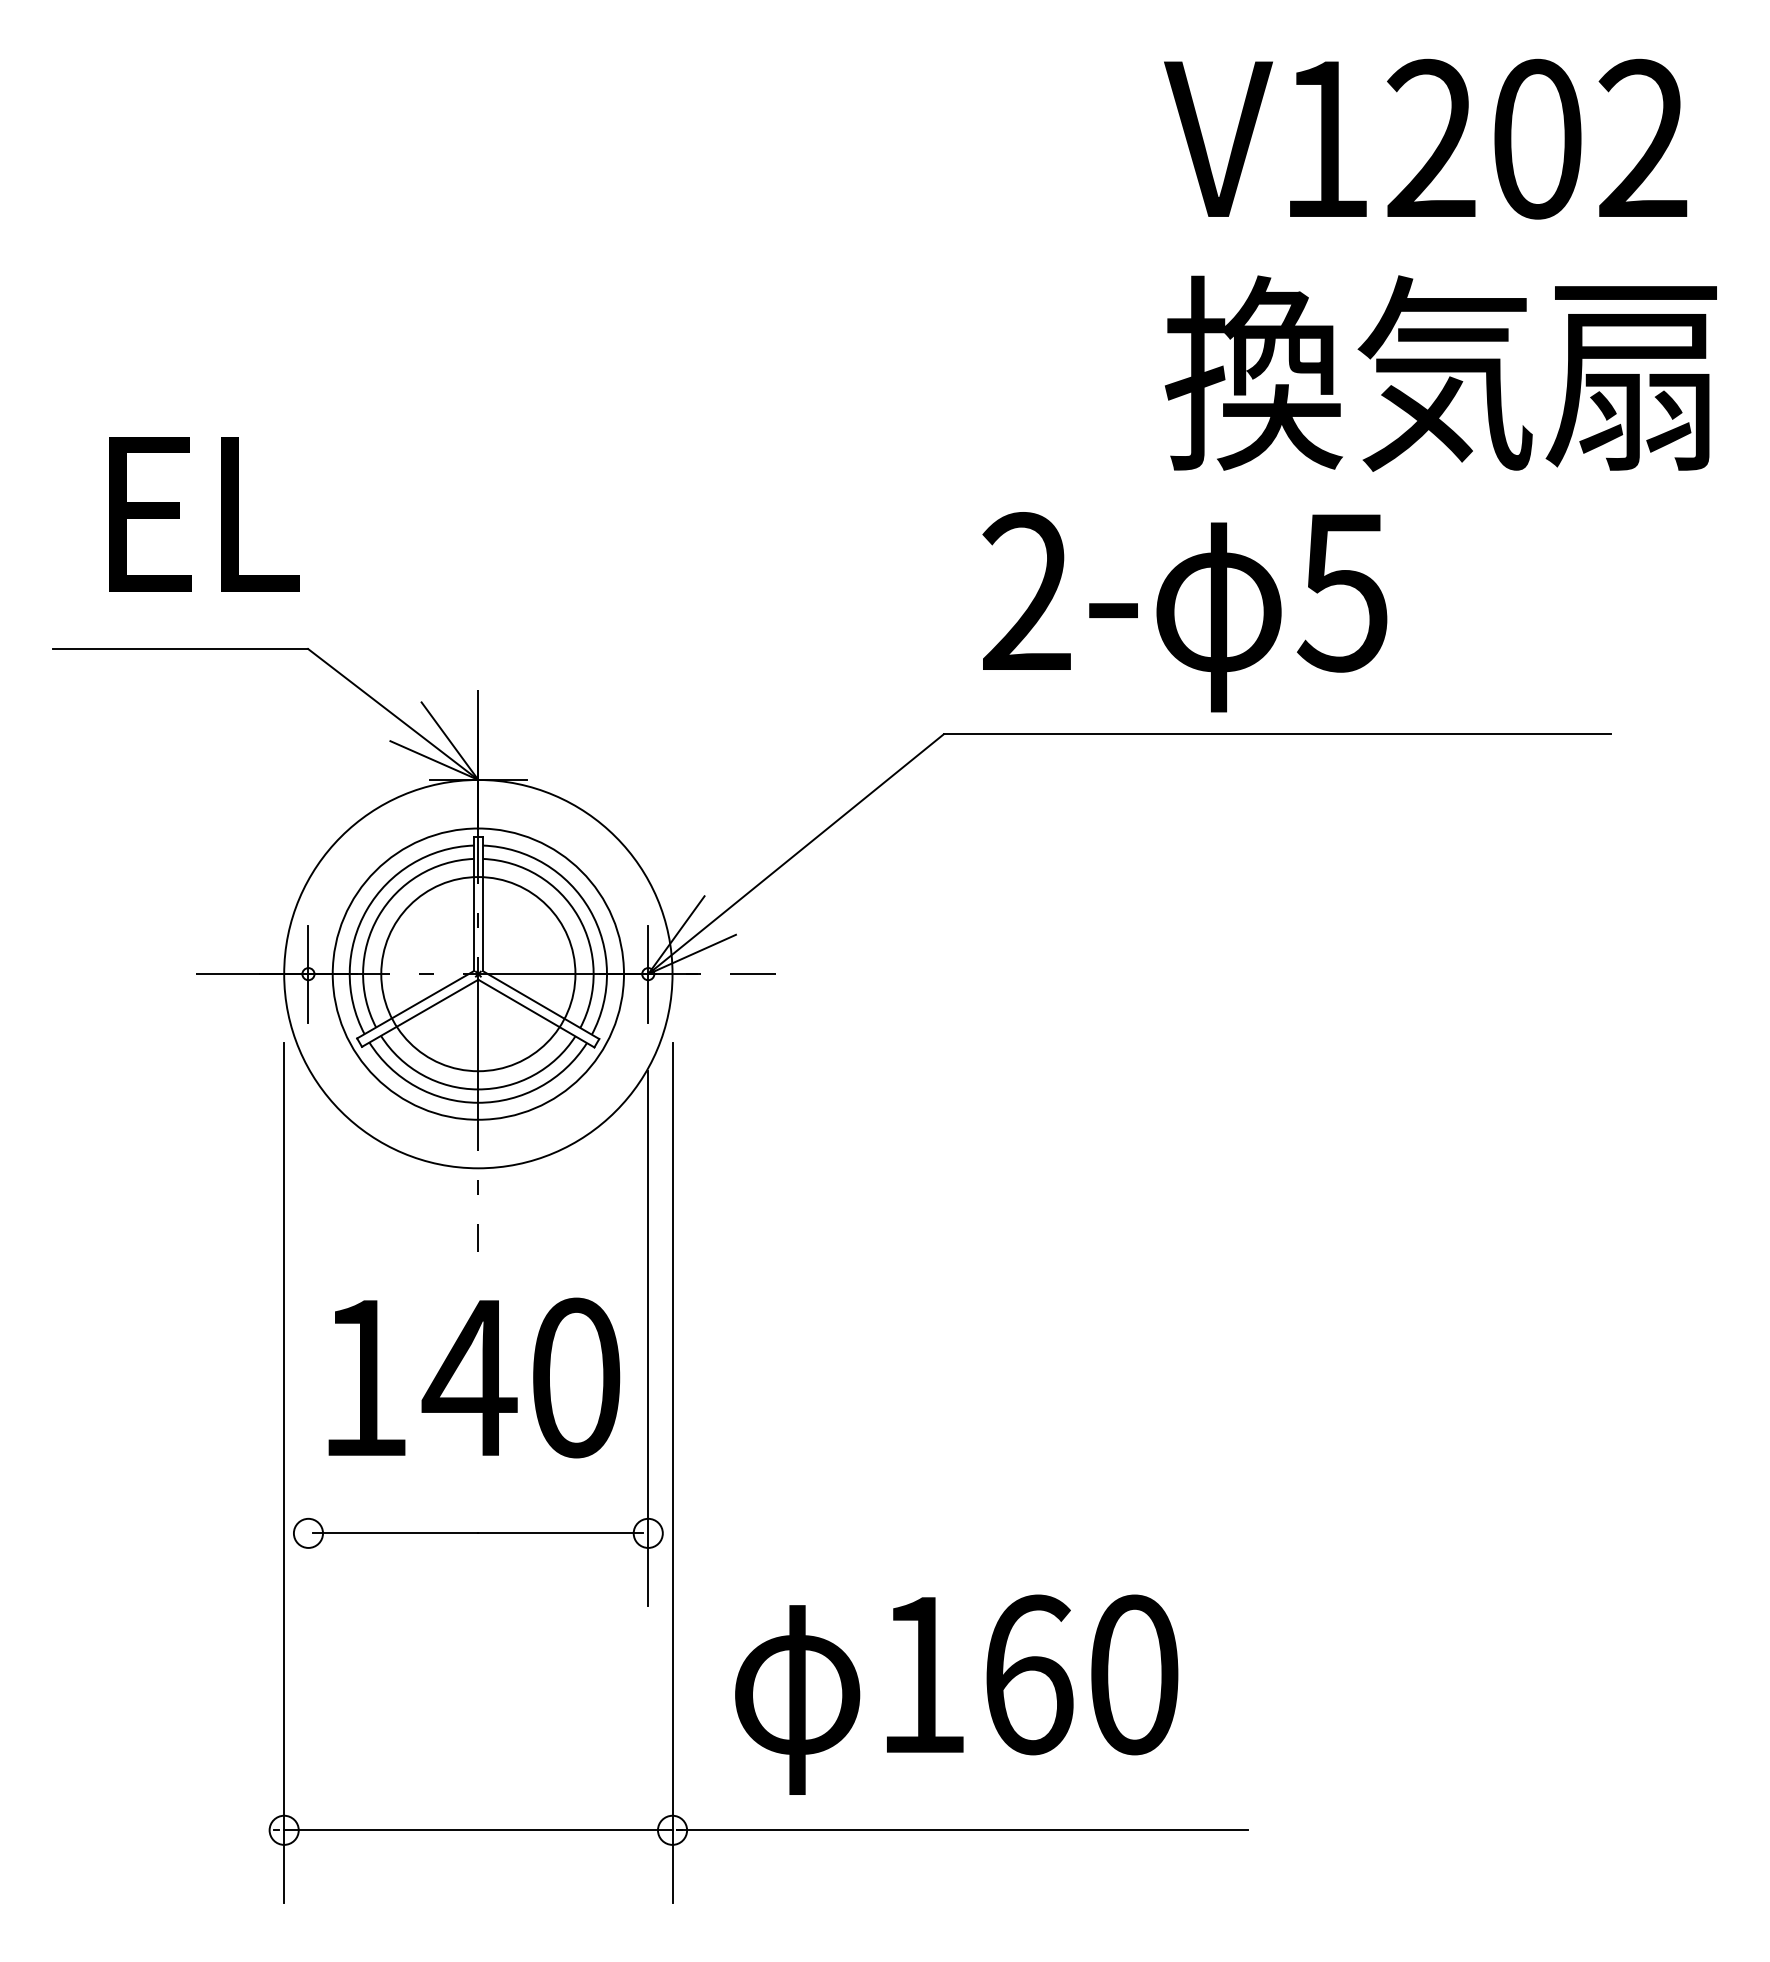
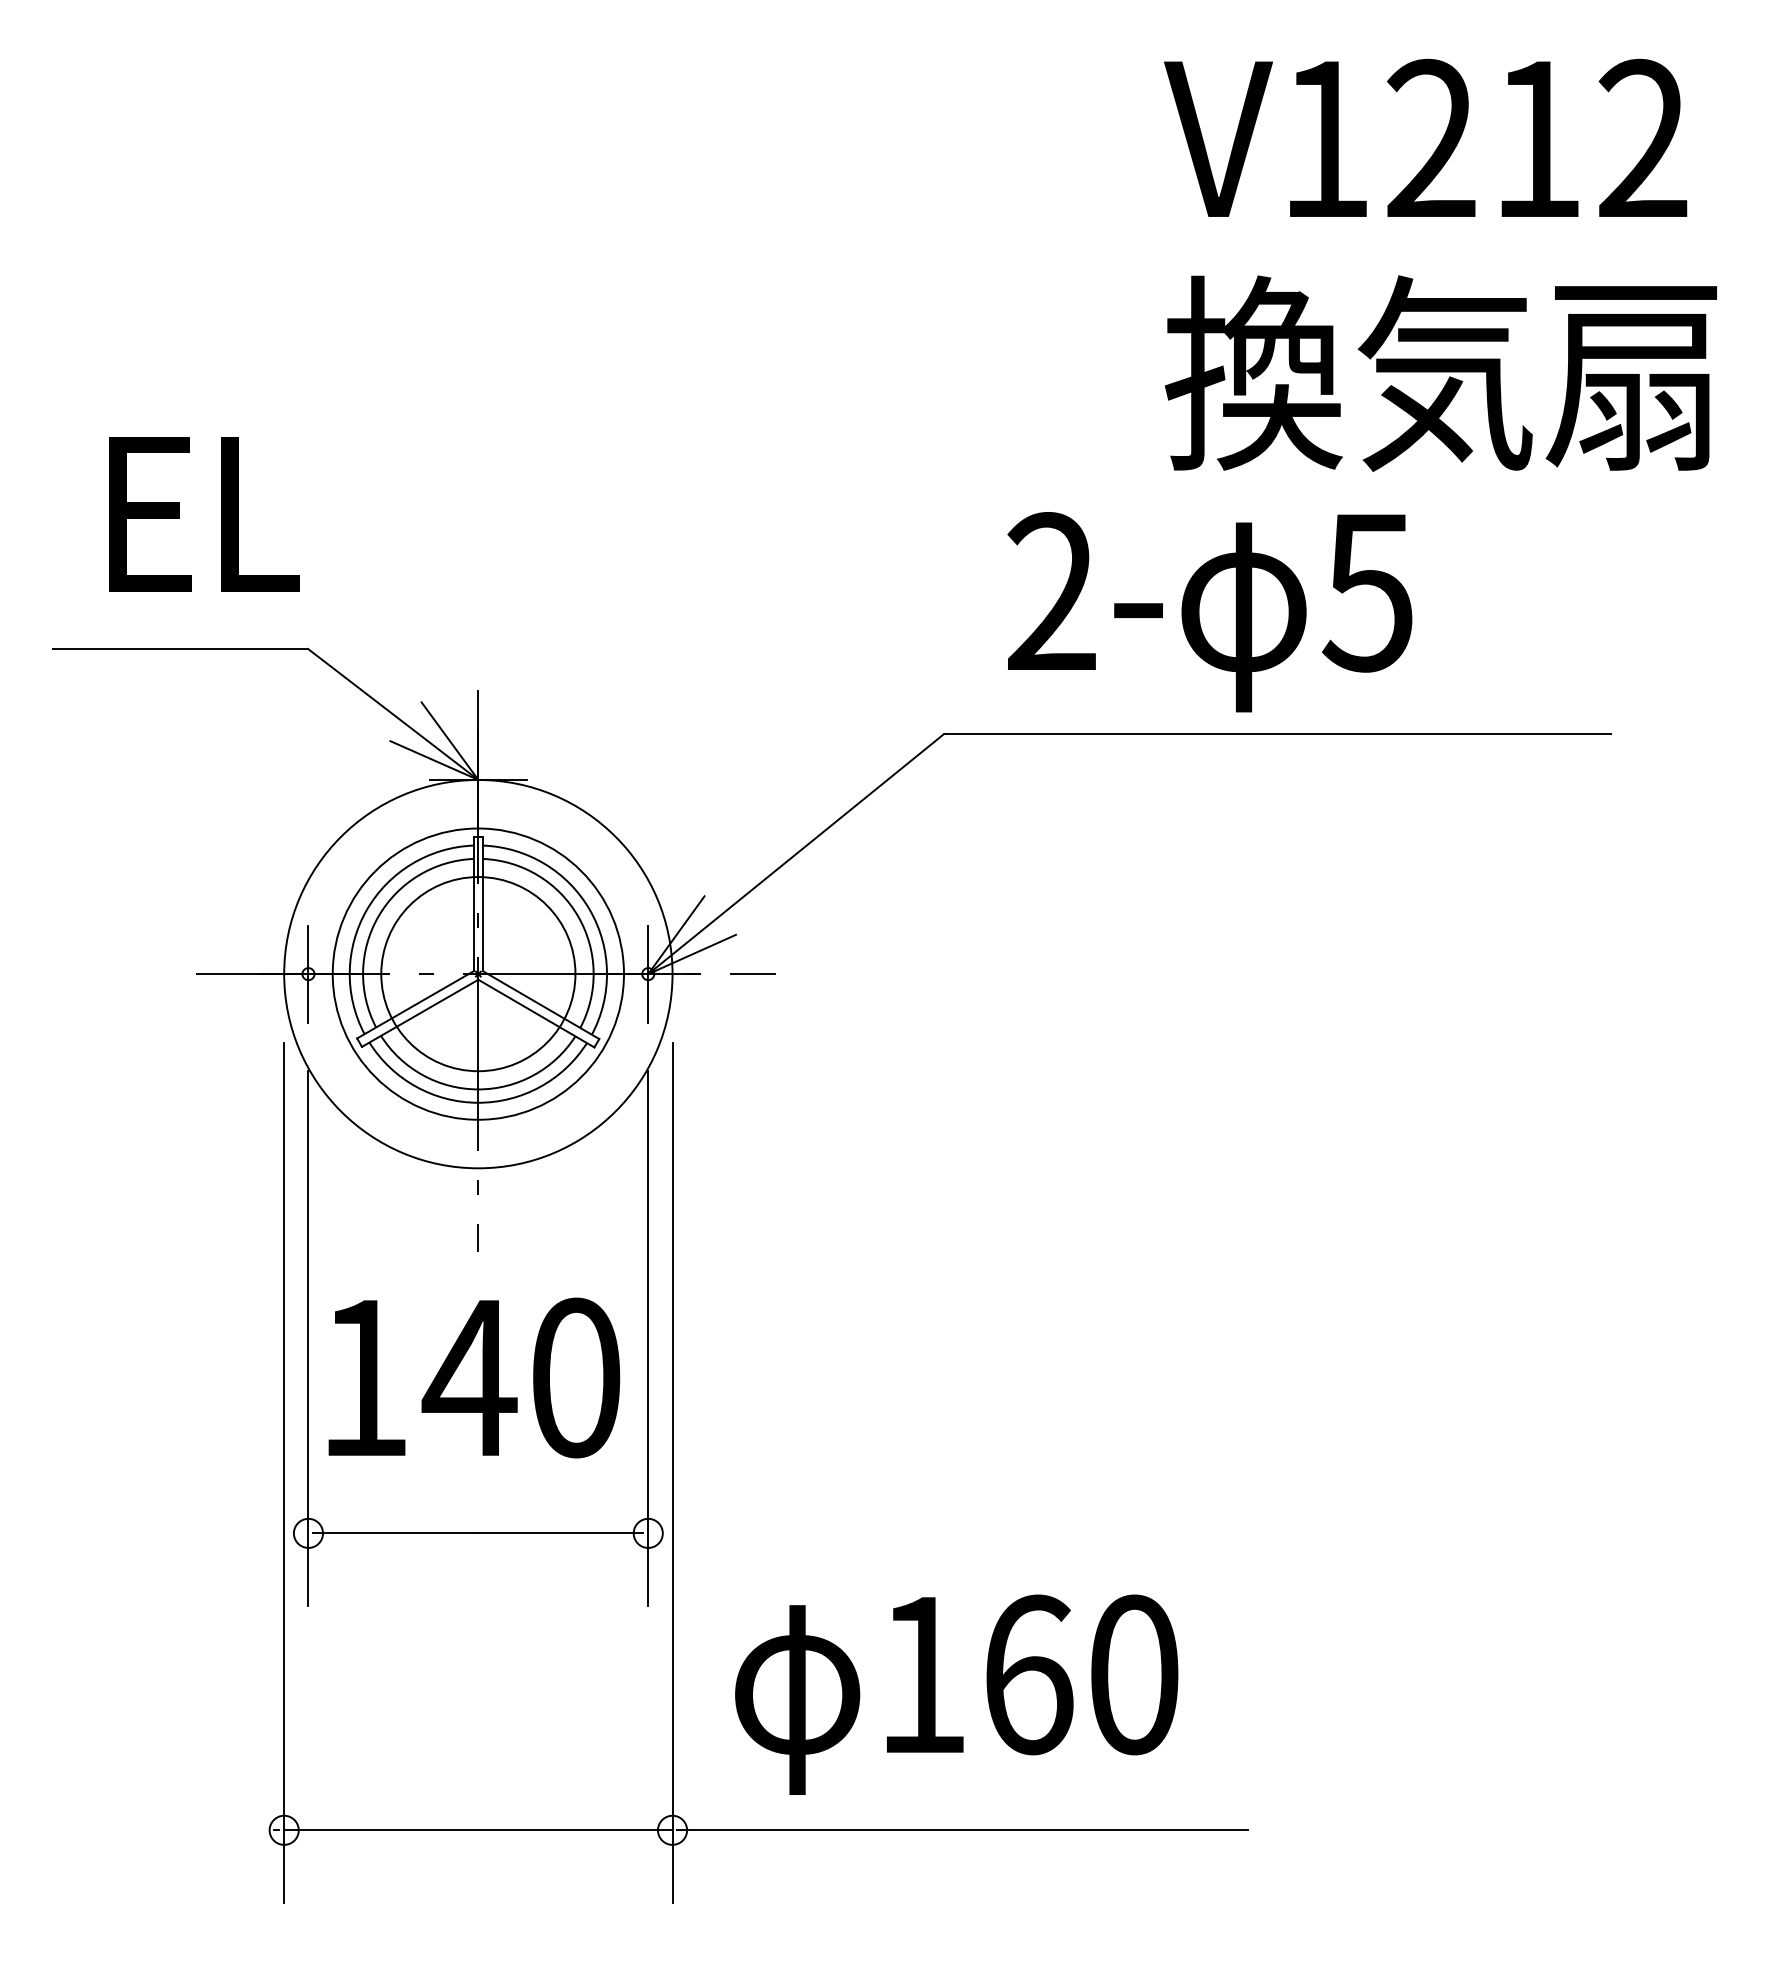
text at (1537, 138): V1202 -> V1212
text at (1184, 612) position: (1184, 612) -> (1209, 612)
line at (308, 1338): none -> present
